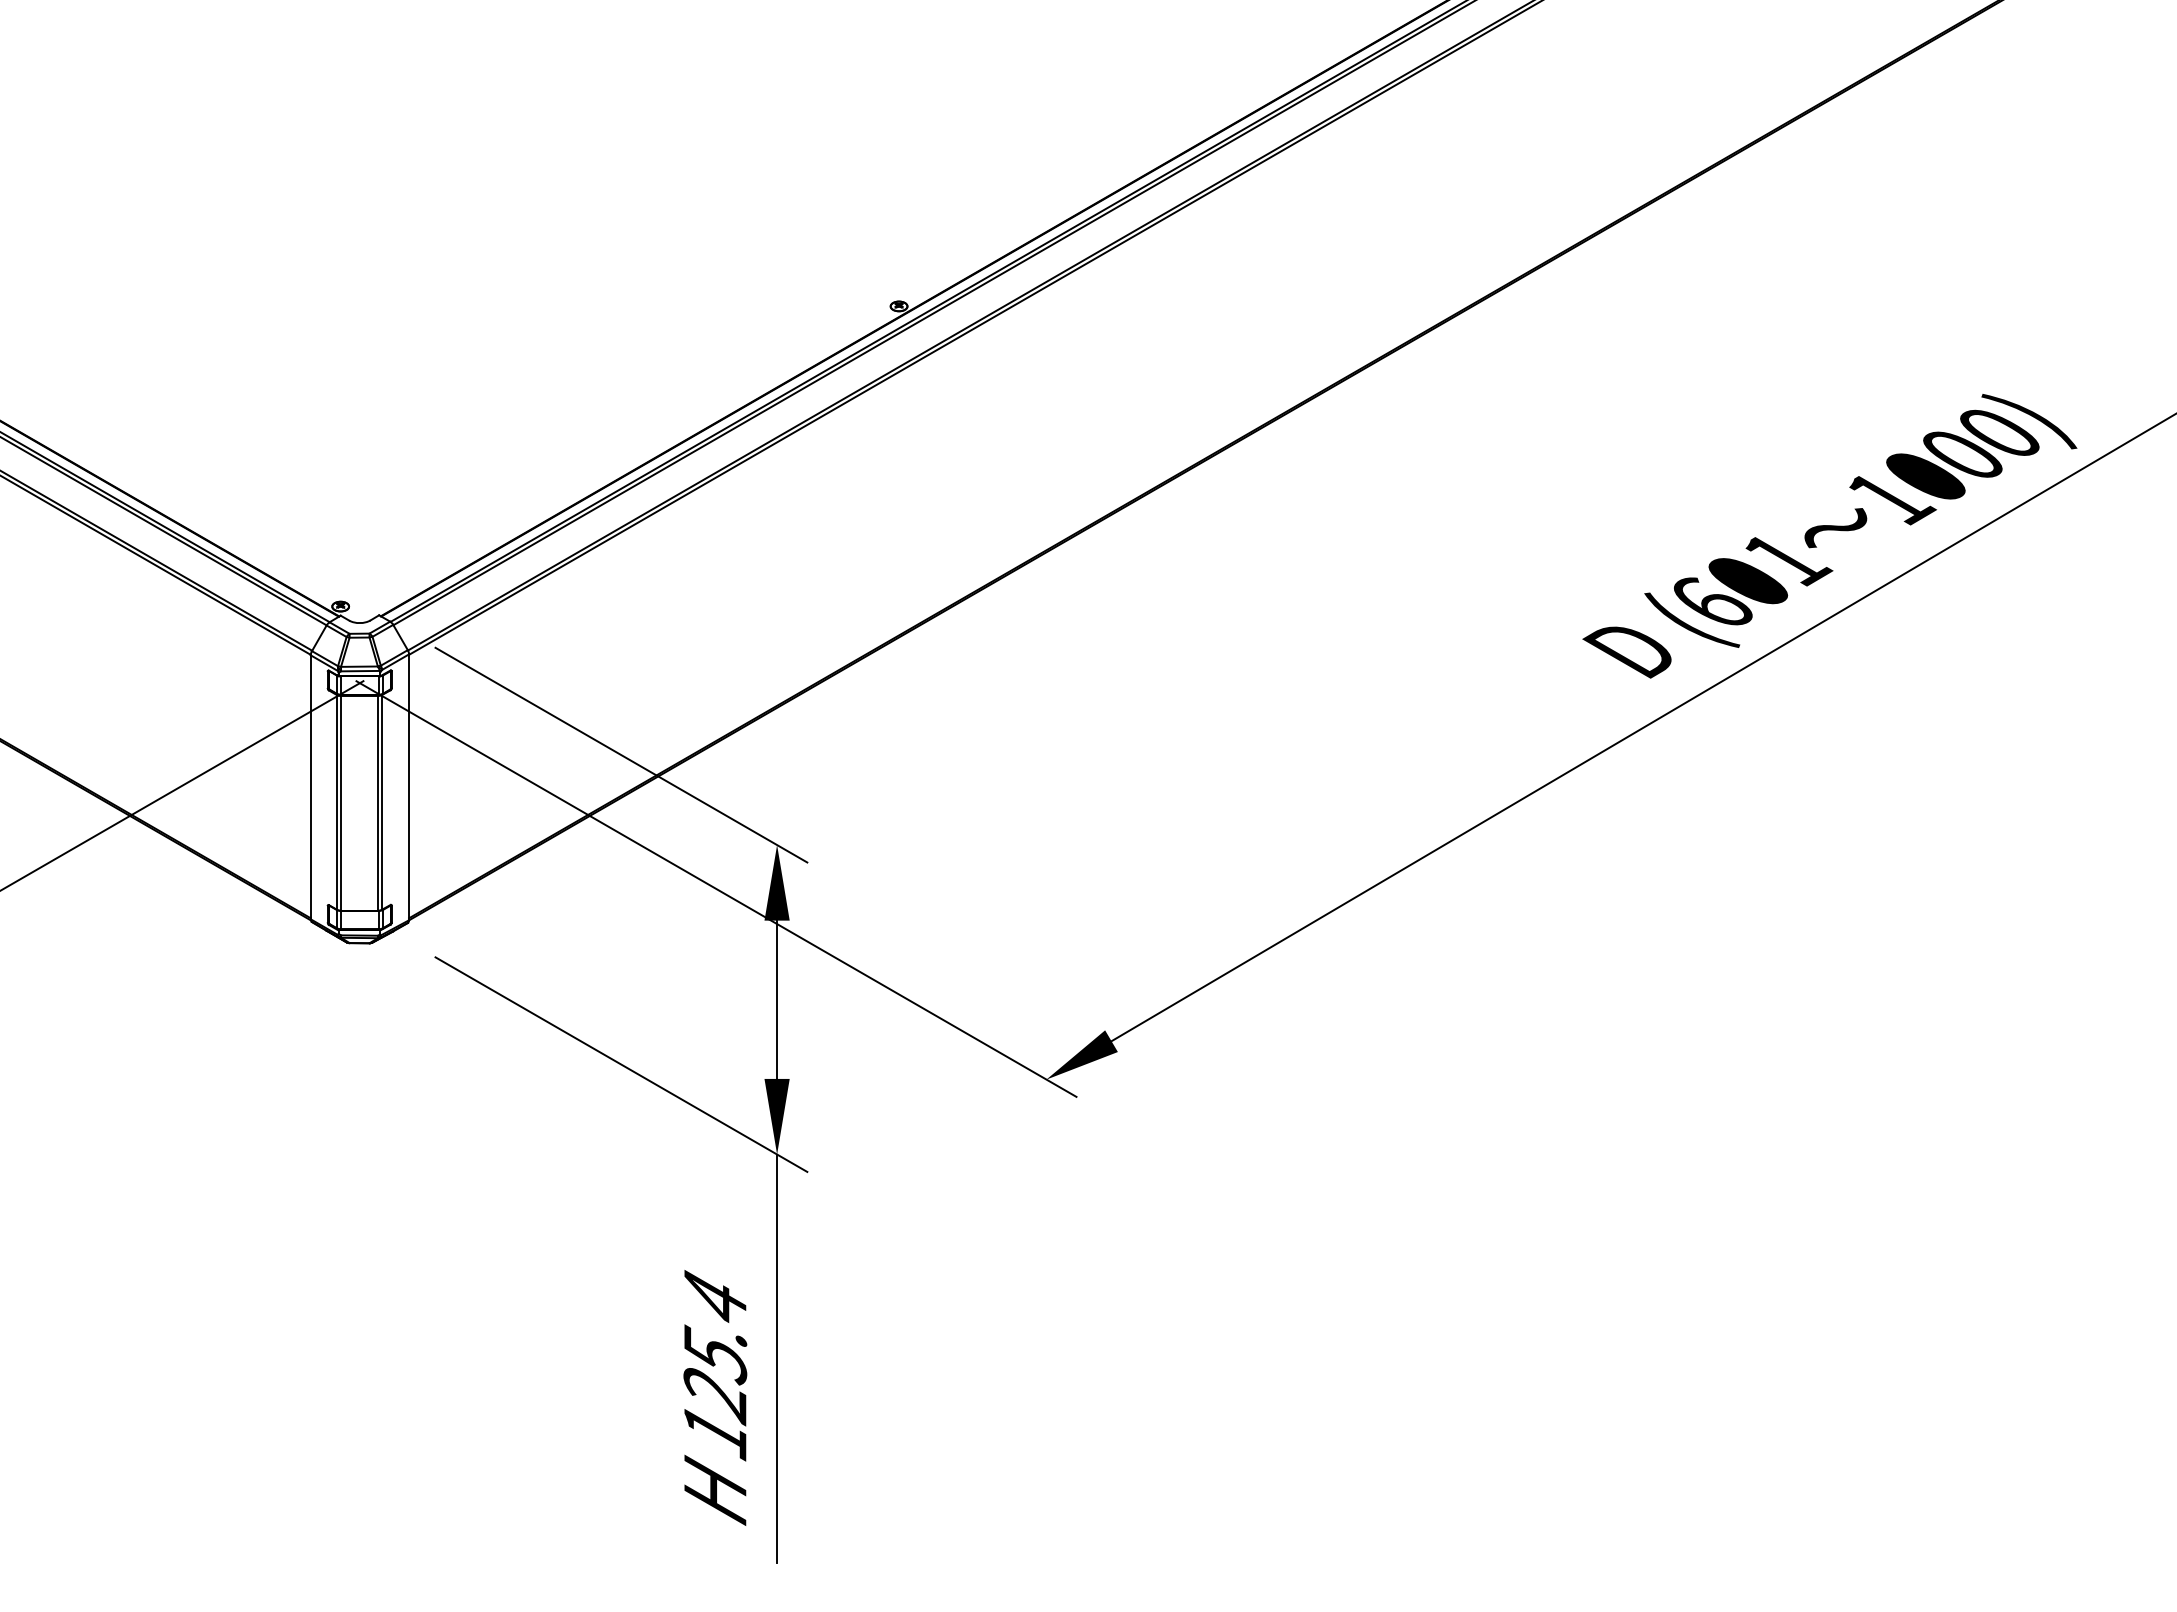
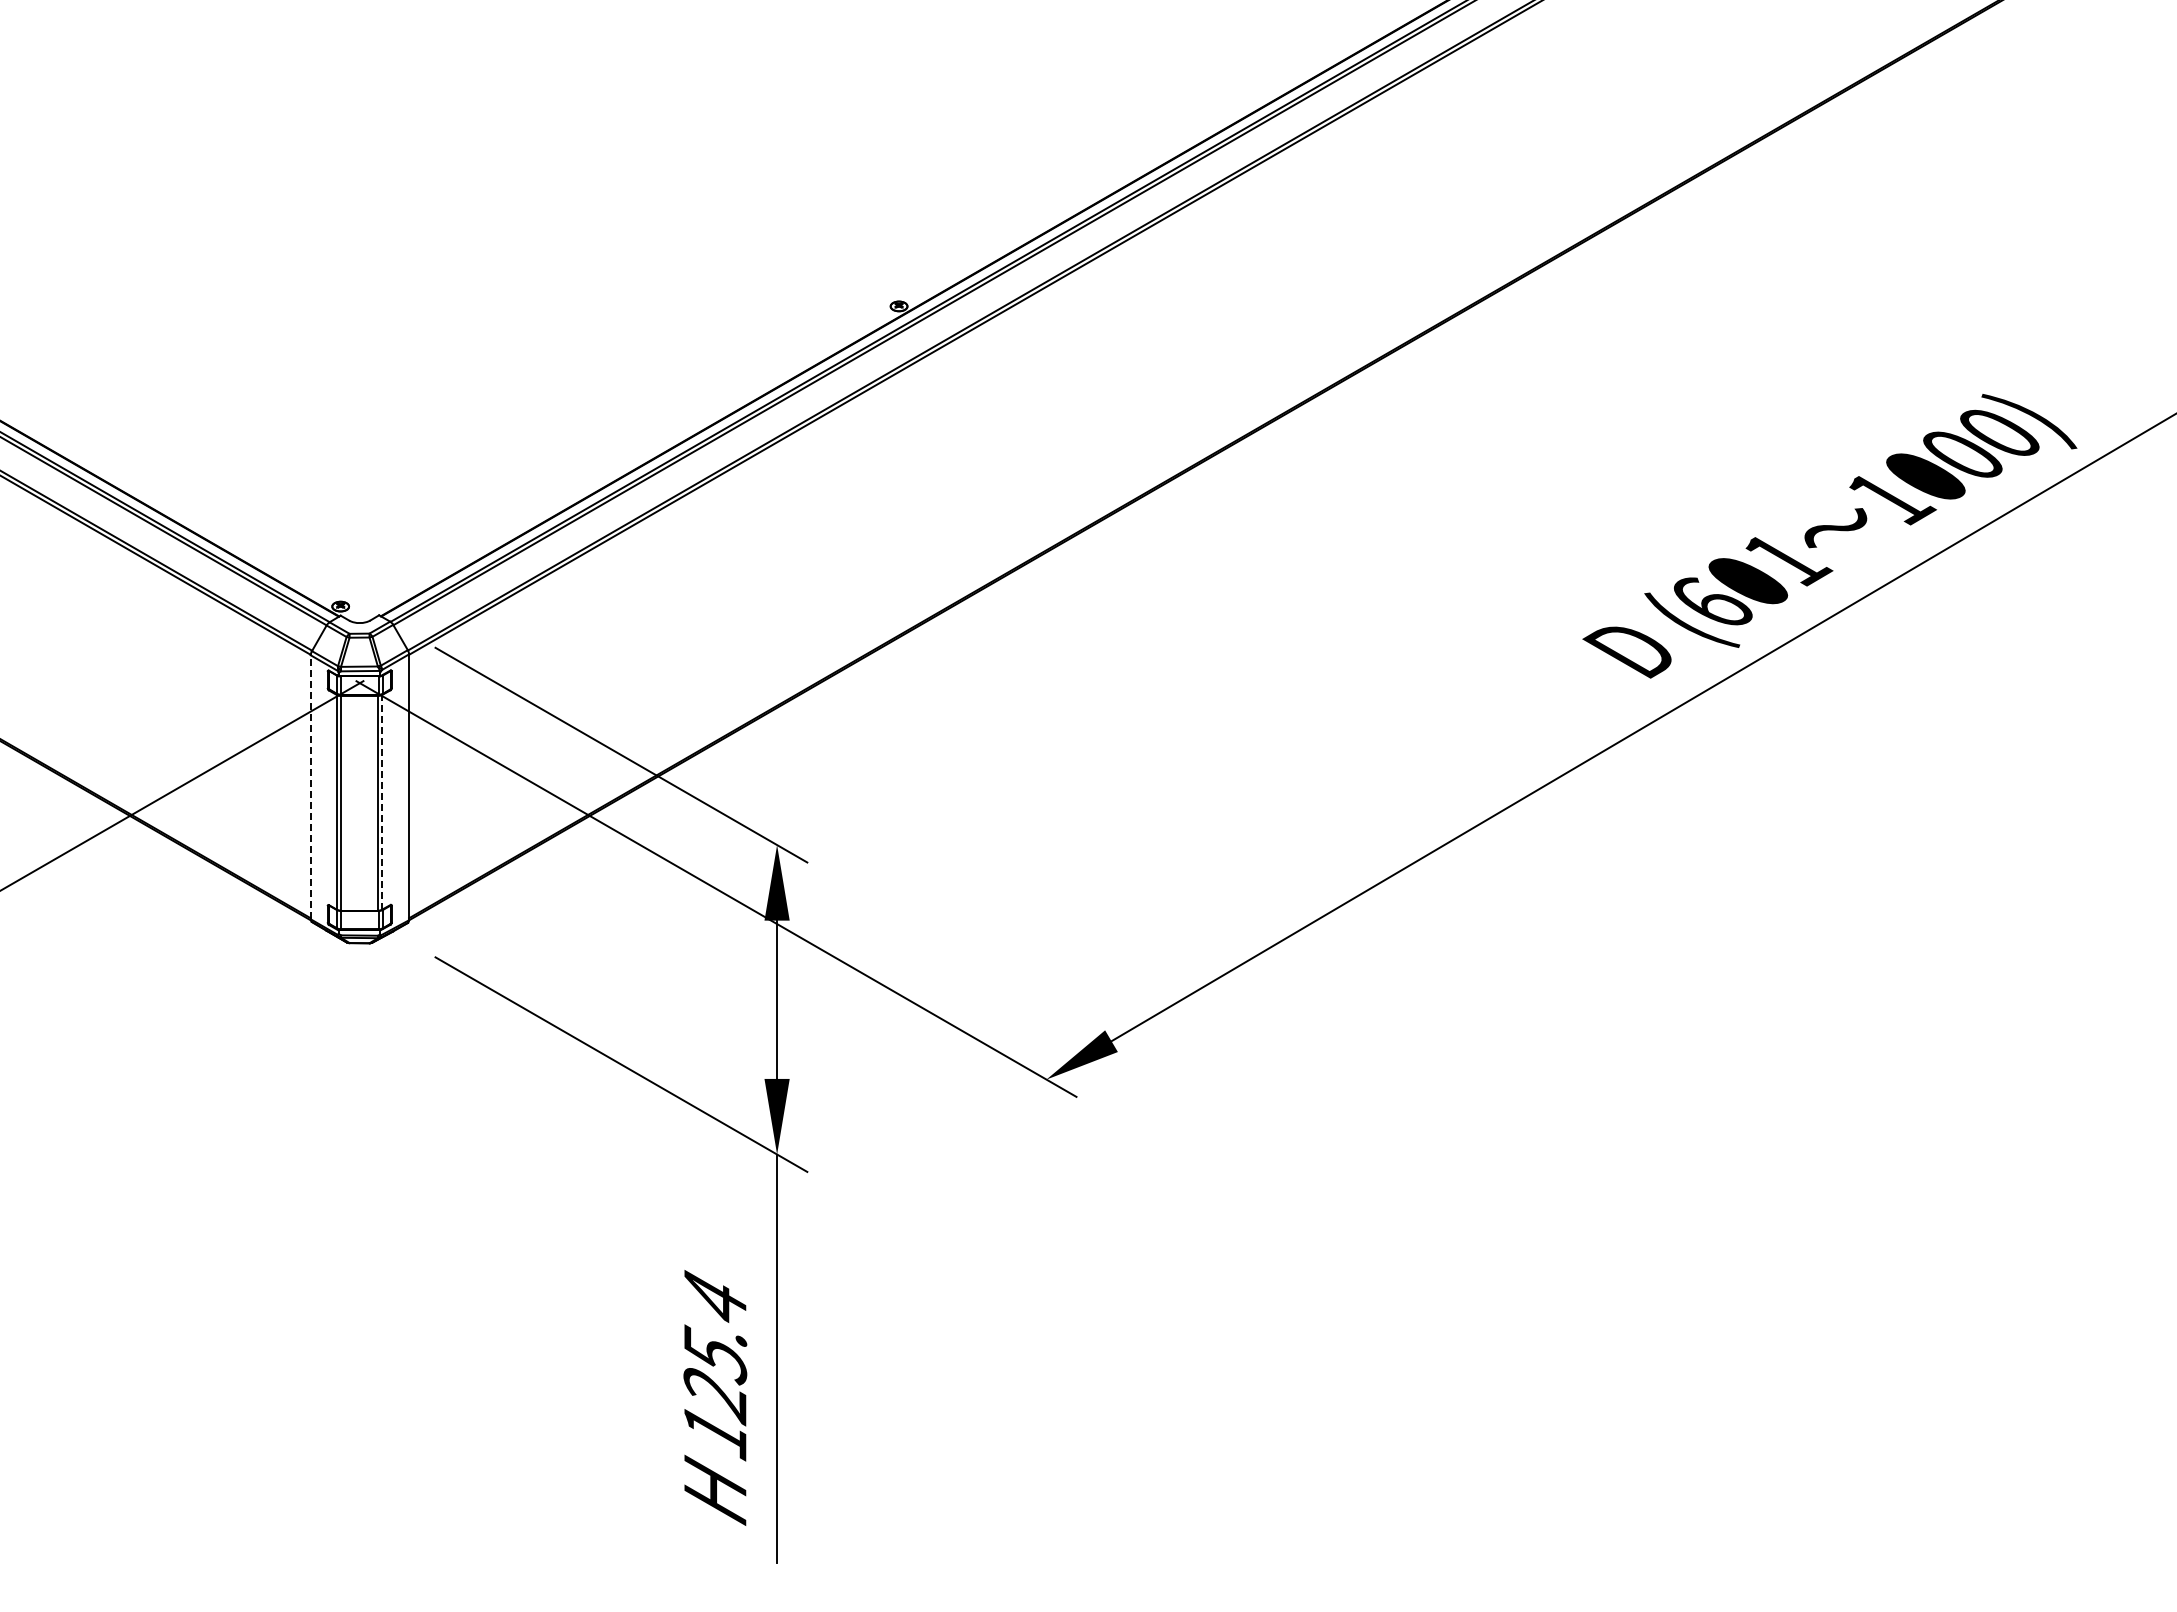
line at (310, 787): solid -> dashed
line at (382, 801): solid -> dashed
